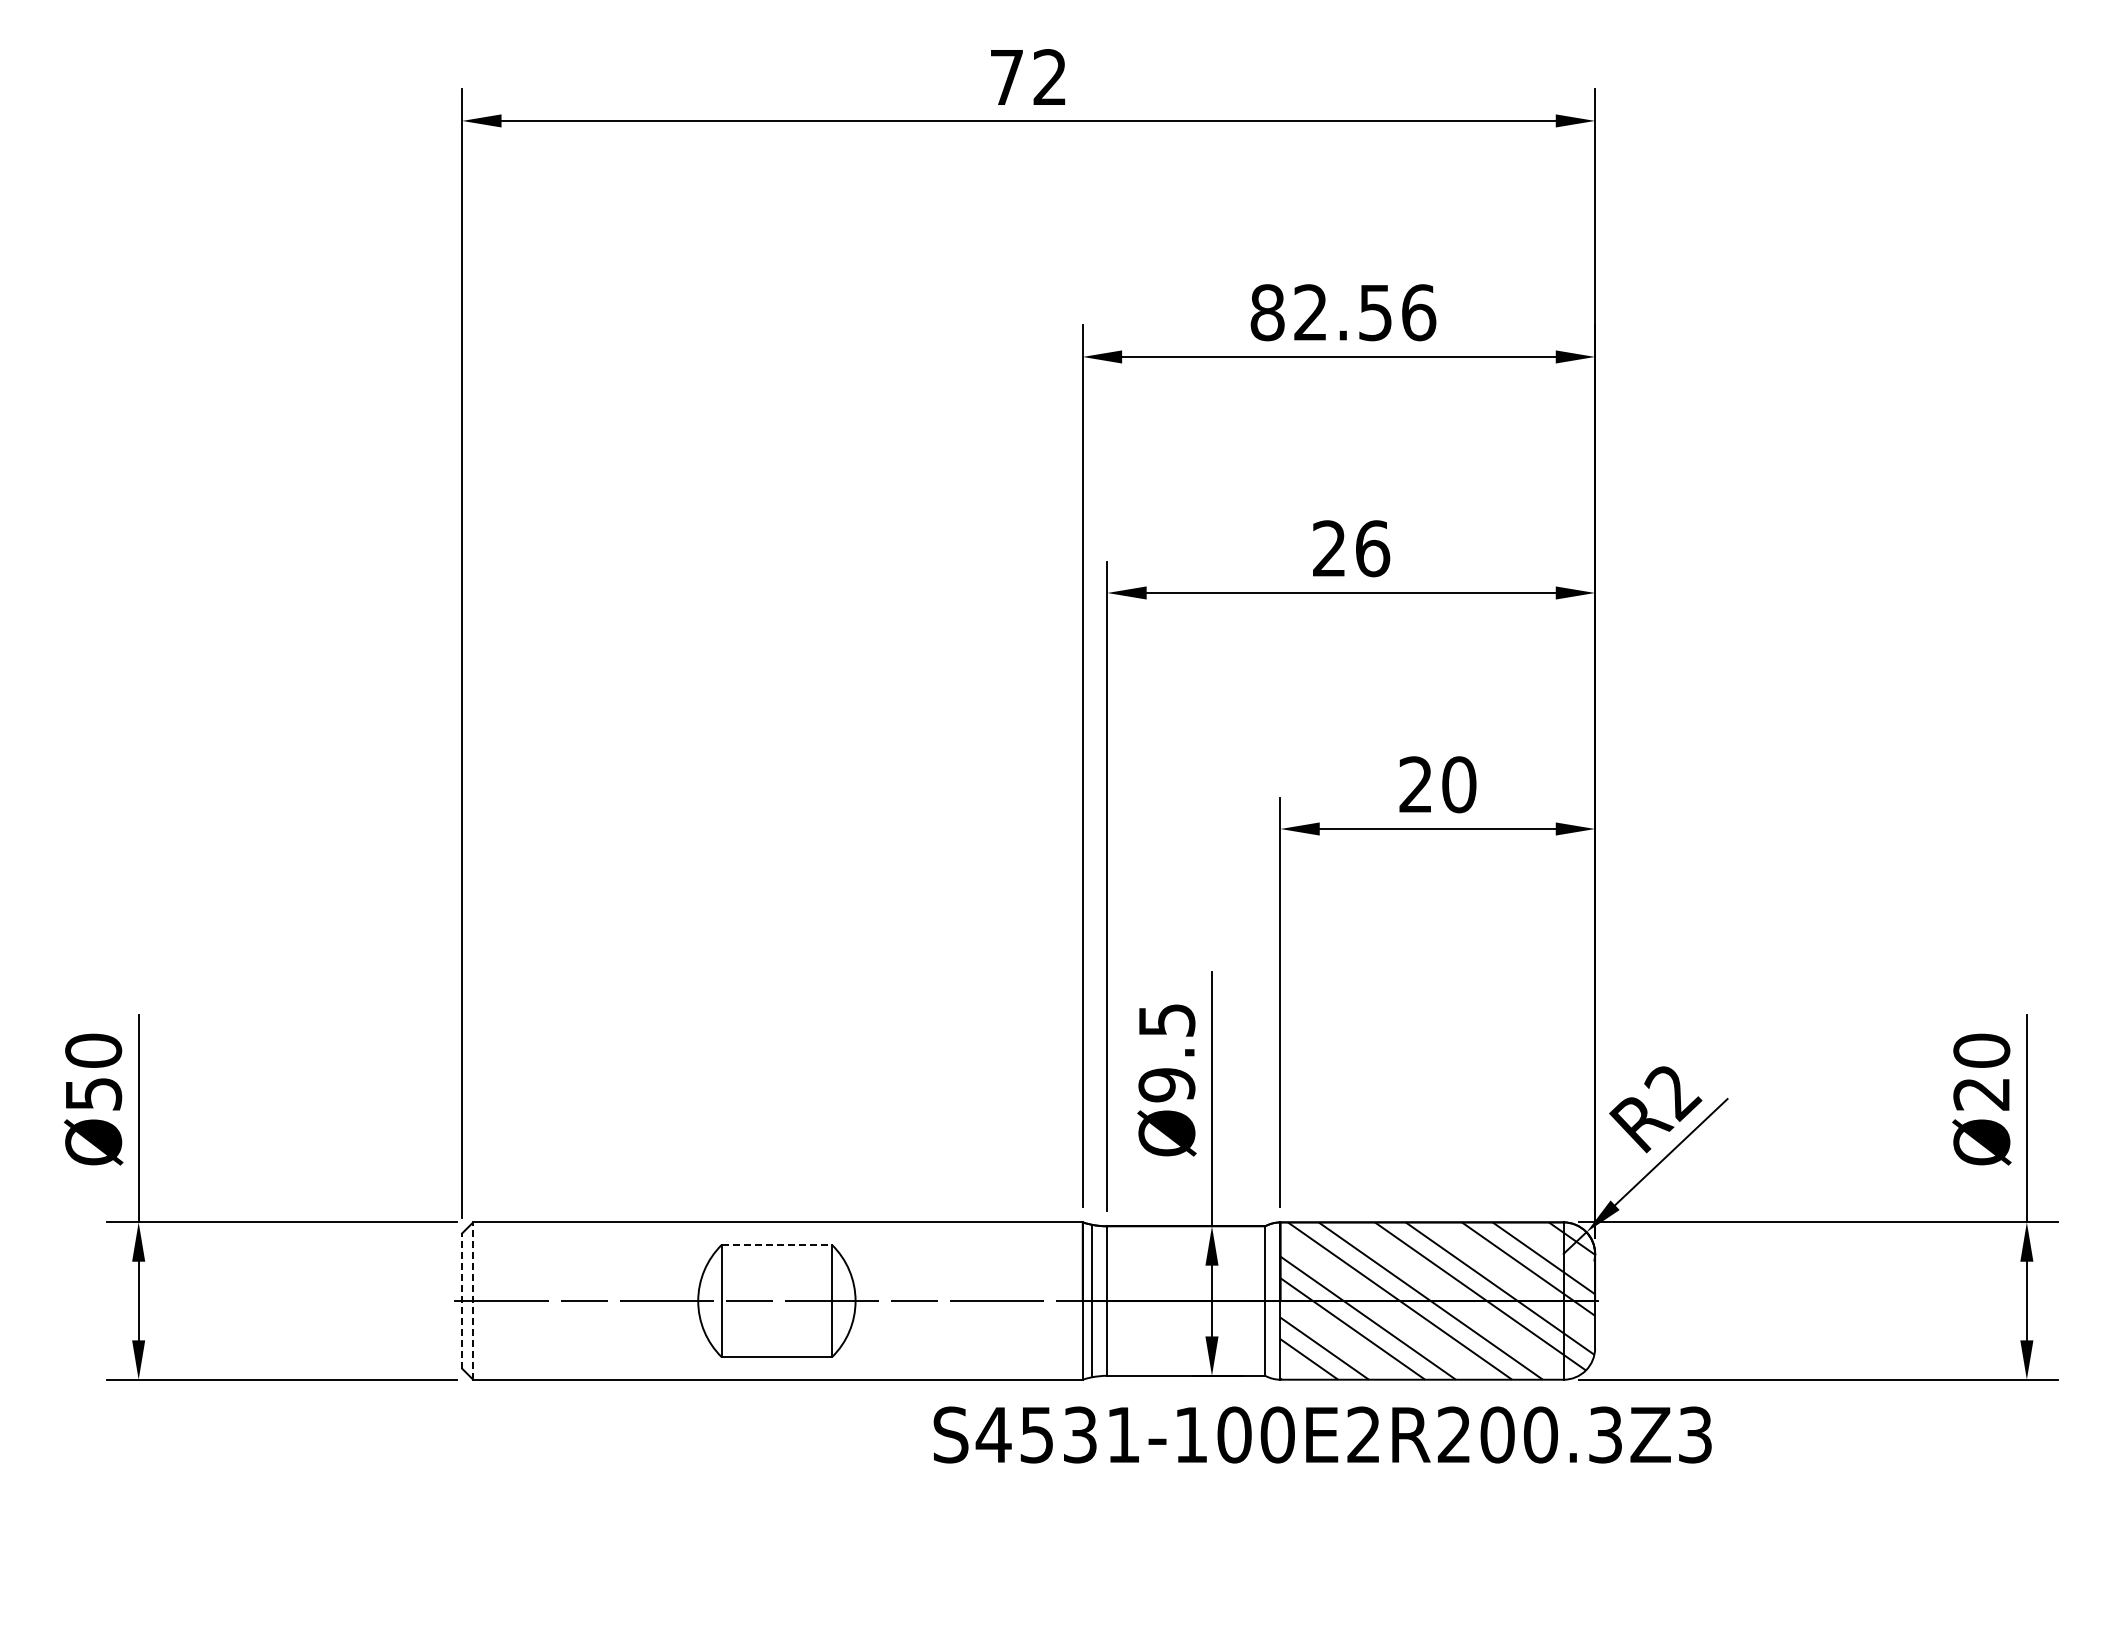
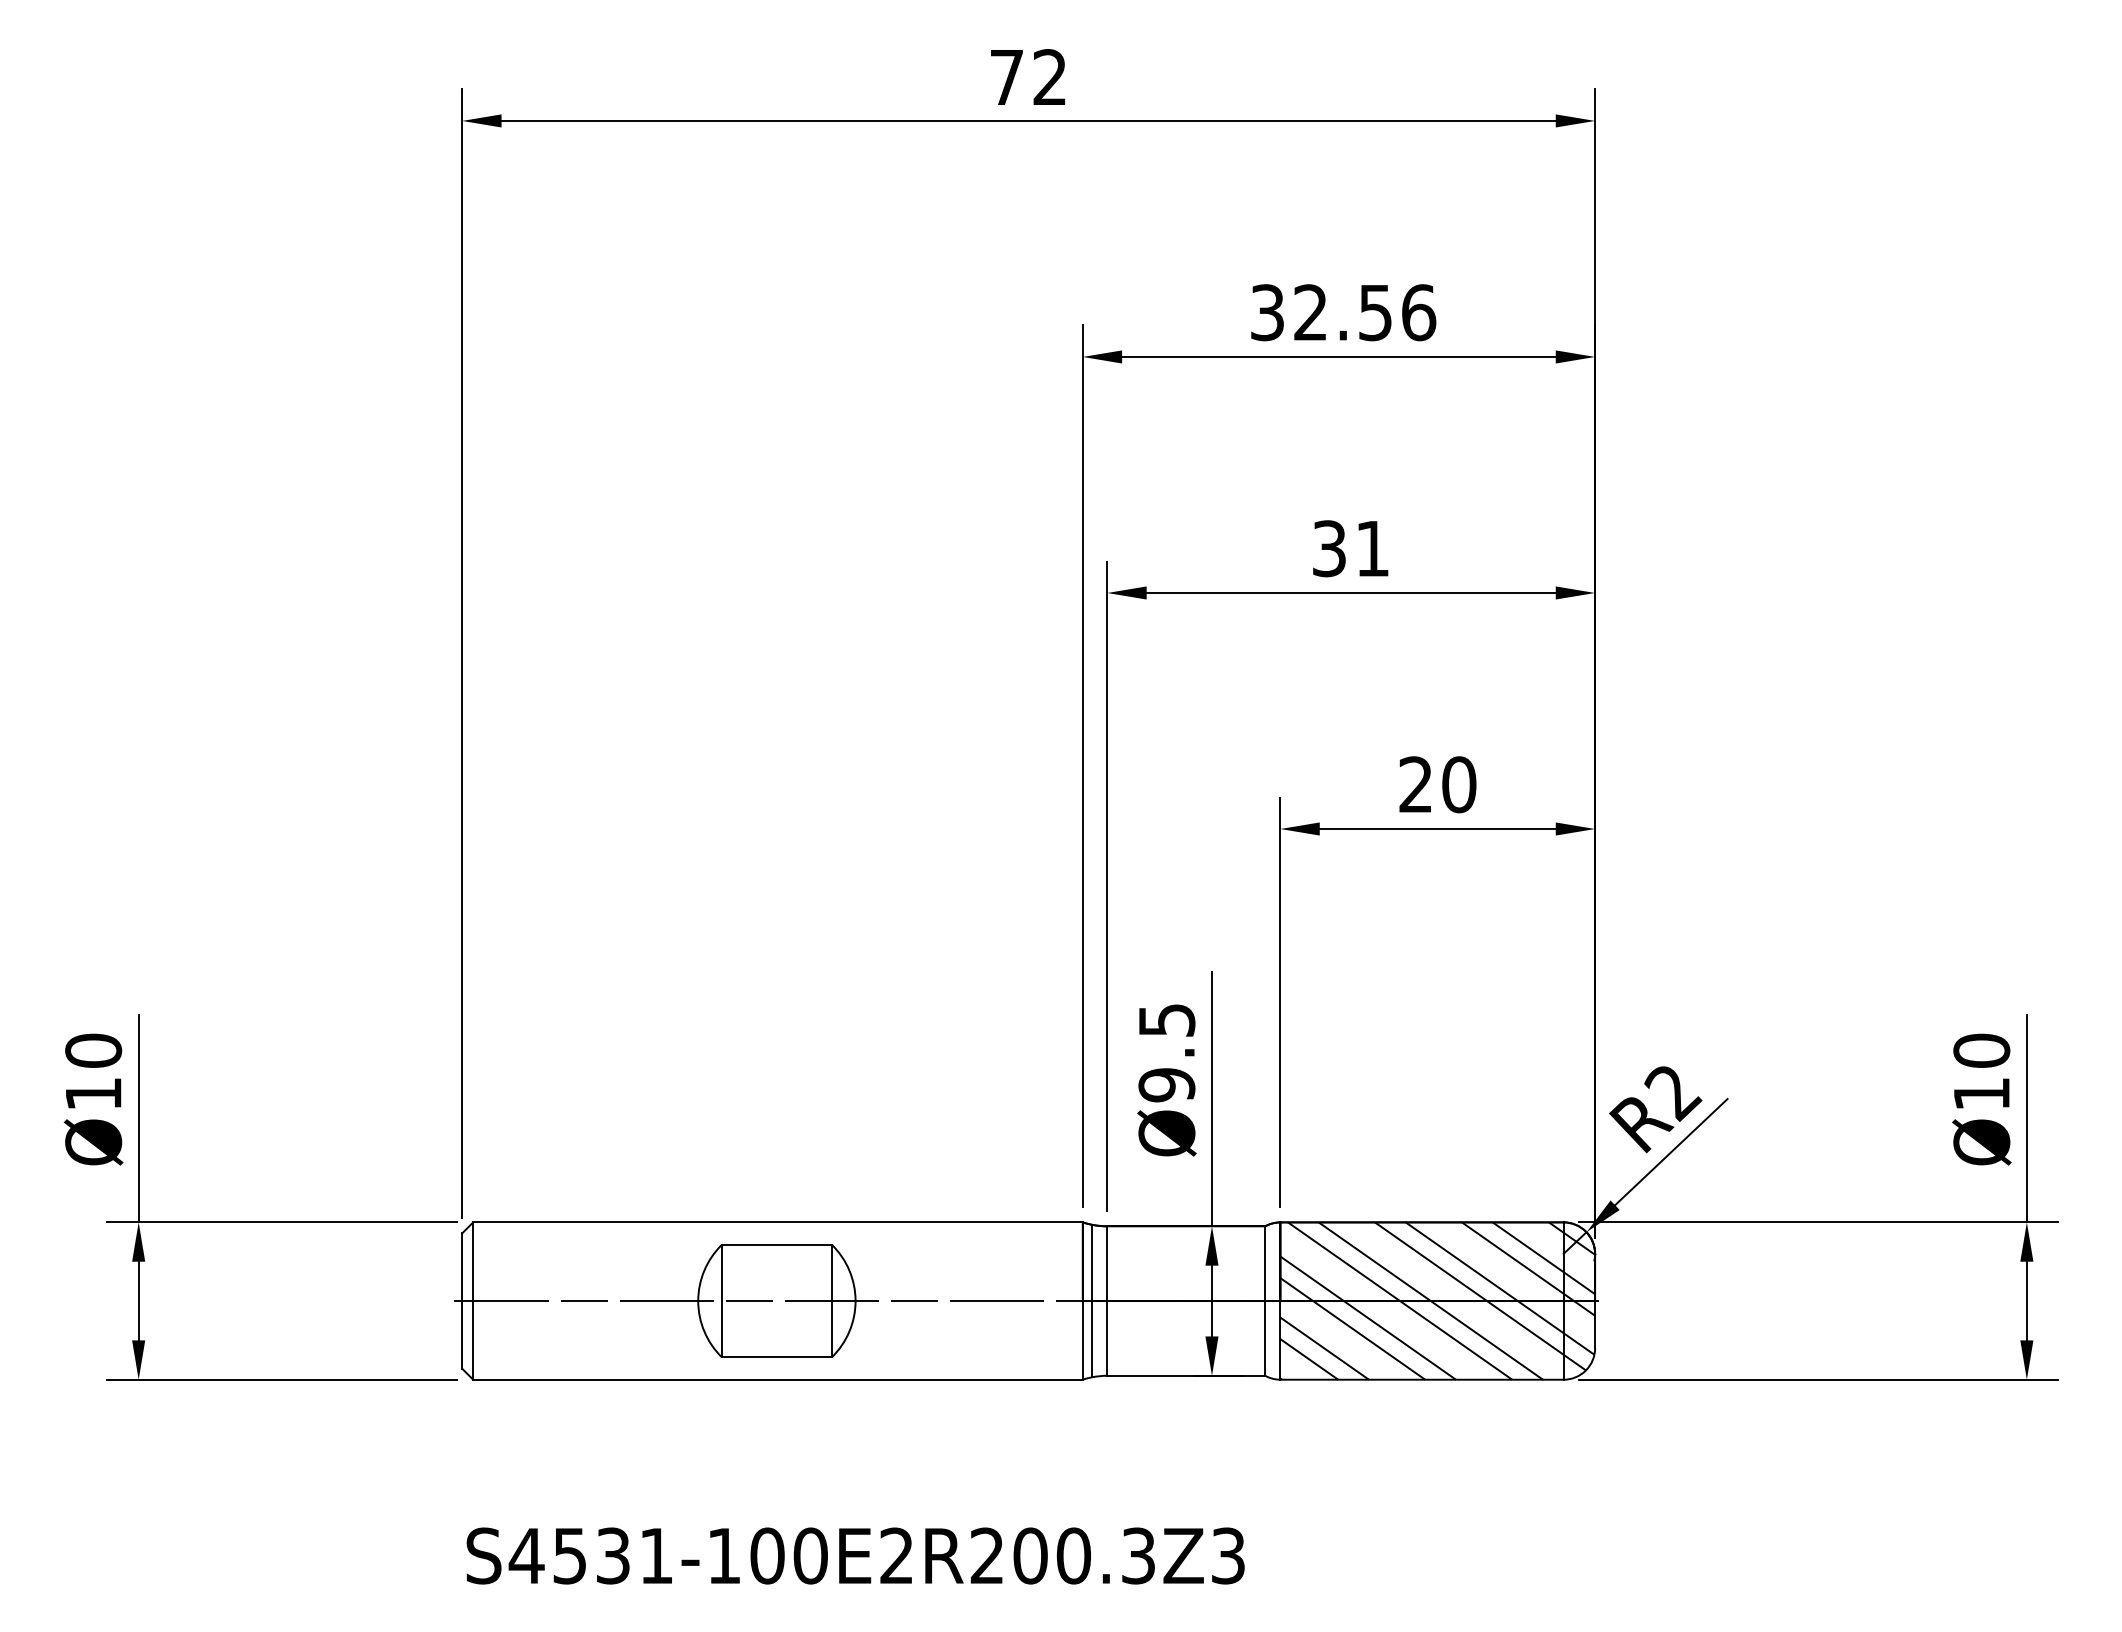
text at (1267, 312): 82.56 -> 32.56
text at (1351, 548): 26 -> 31
text at (94, 1094): Ø50 -> Ø10
text at (1981, 1094): Ø20 -> Ø10
line at (777, 1244): dashed -> solid
line at (462, 1301): dashed -> solid
line at (473, 1301): dashed -> solid
text at (1322, 1434) position: (1322, 1434) -> (855, 1555)
